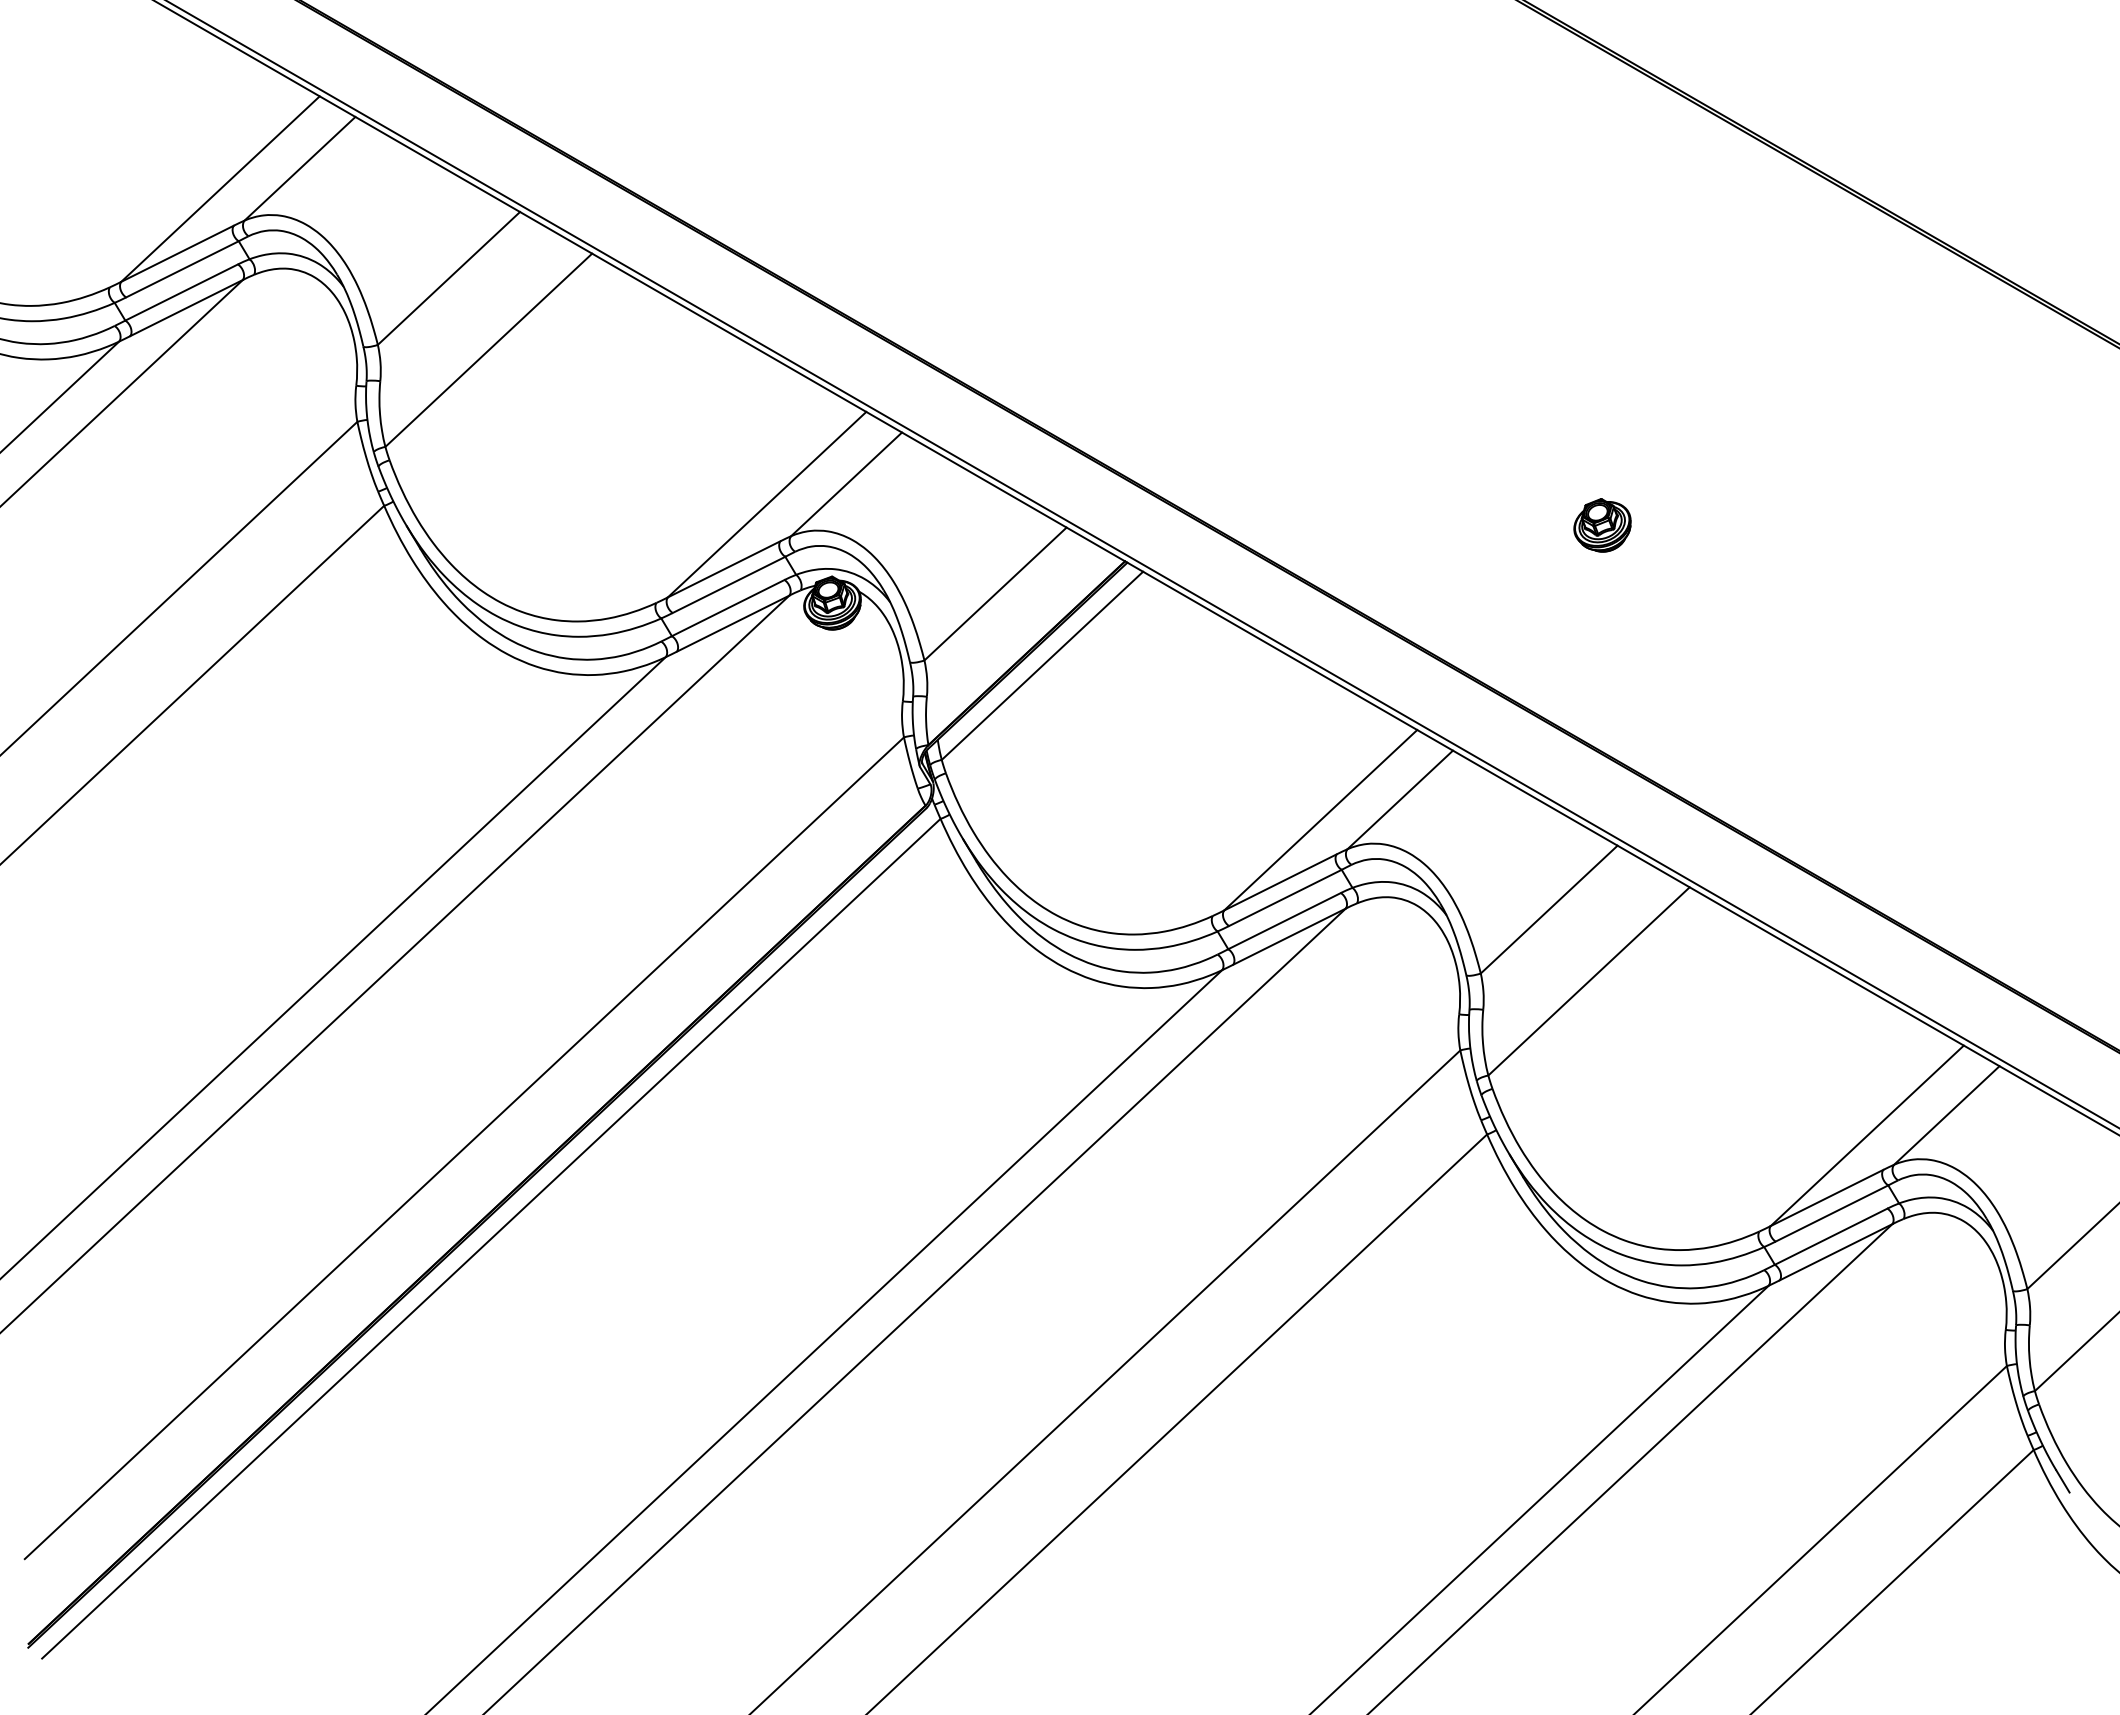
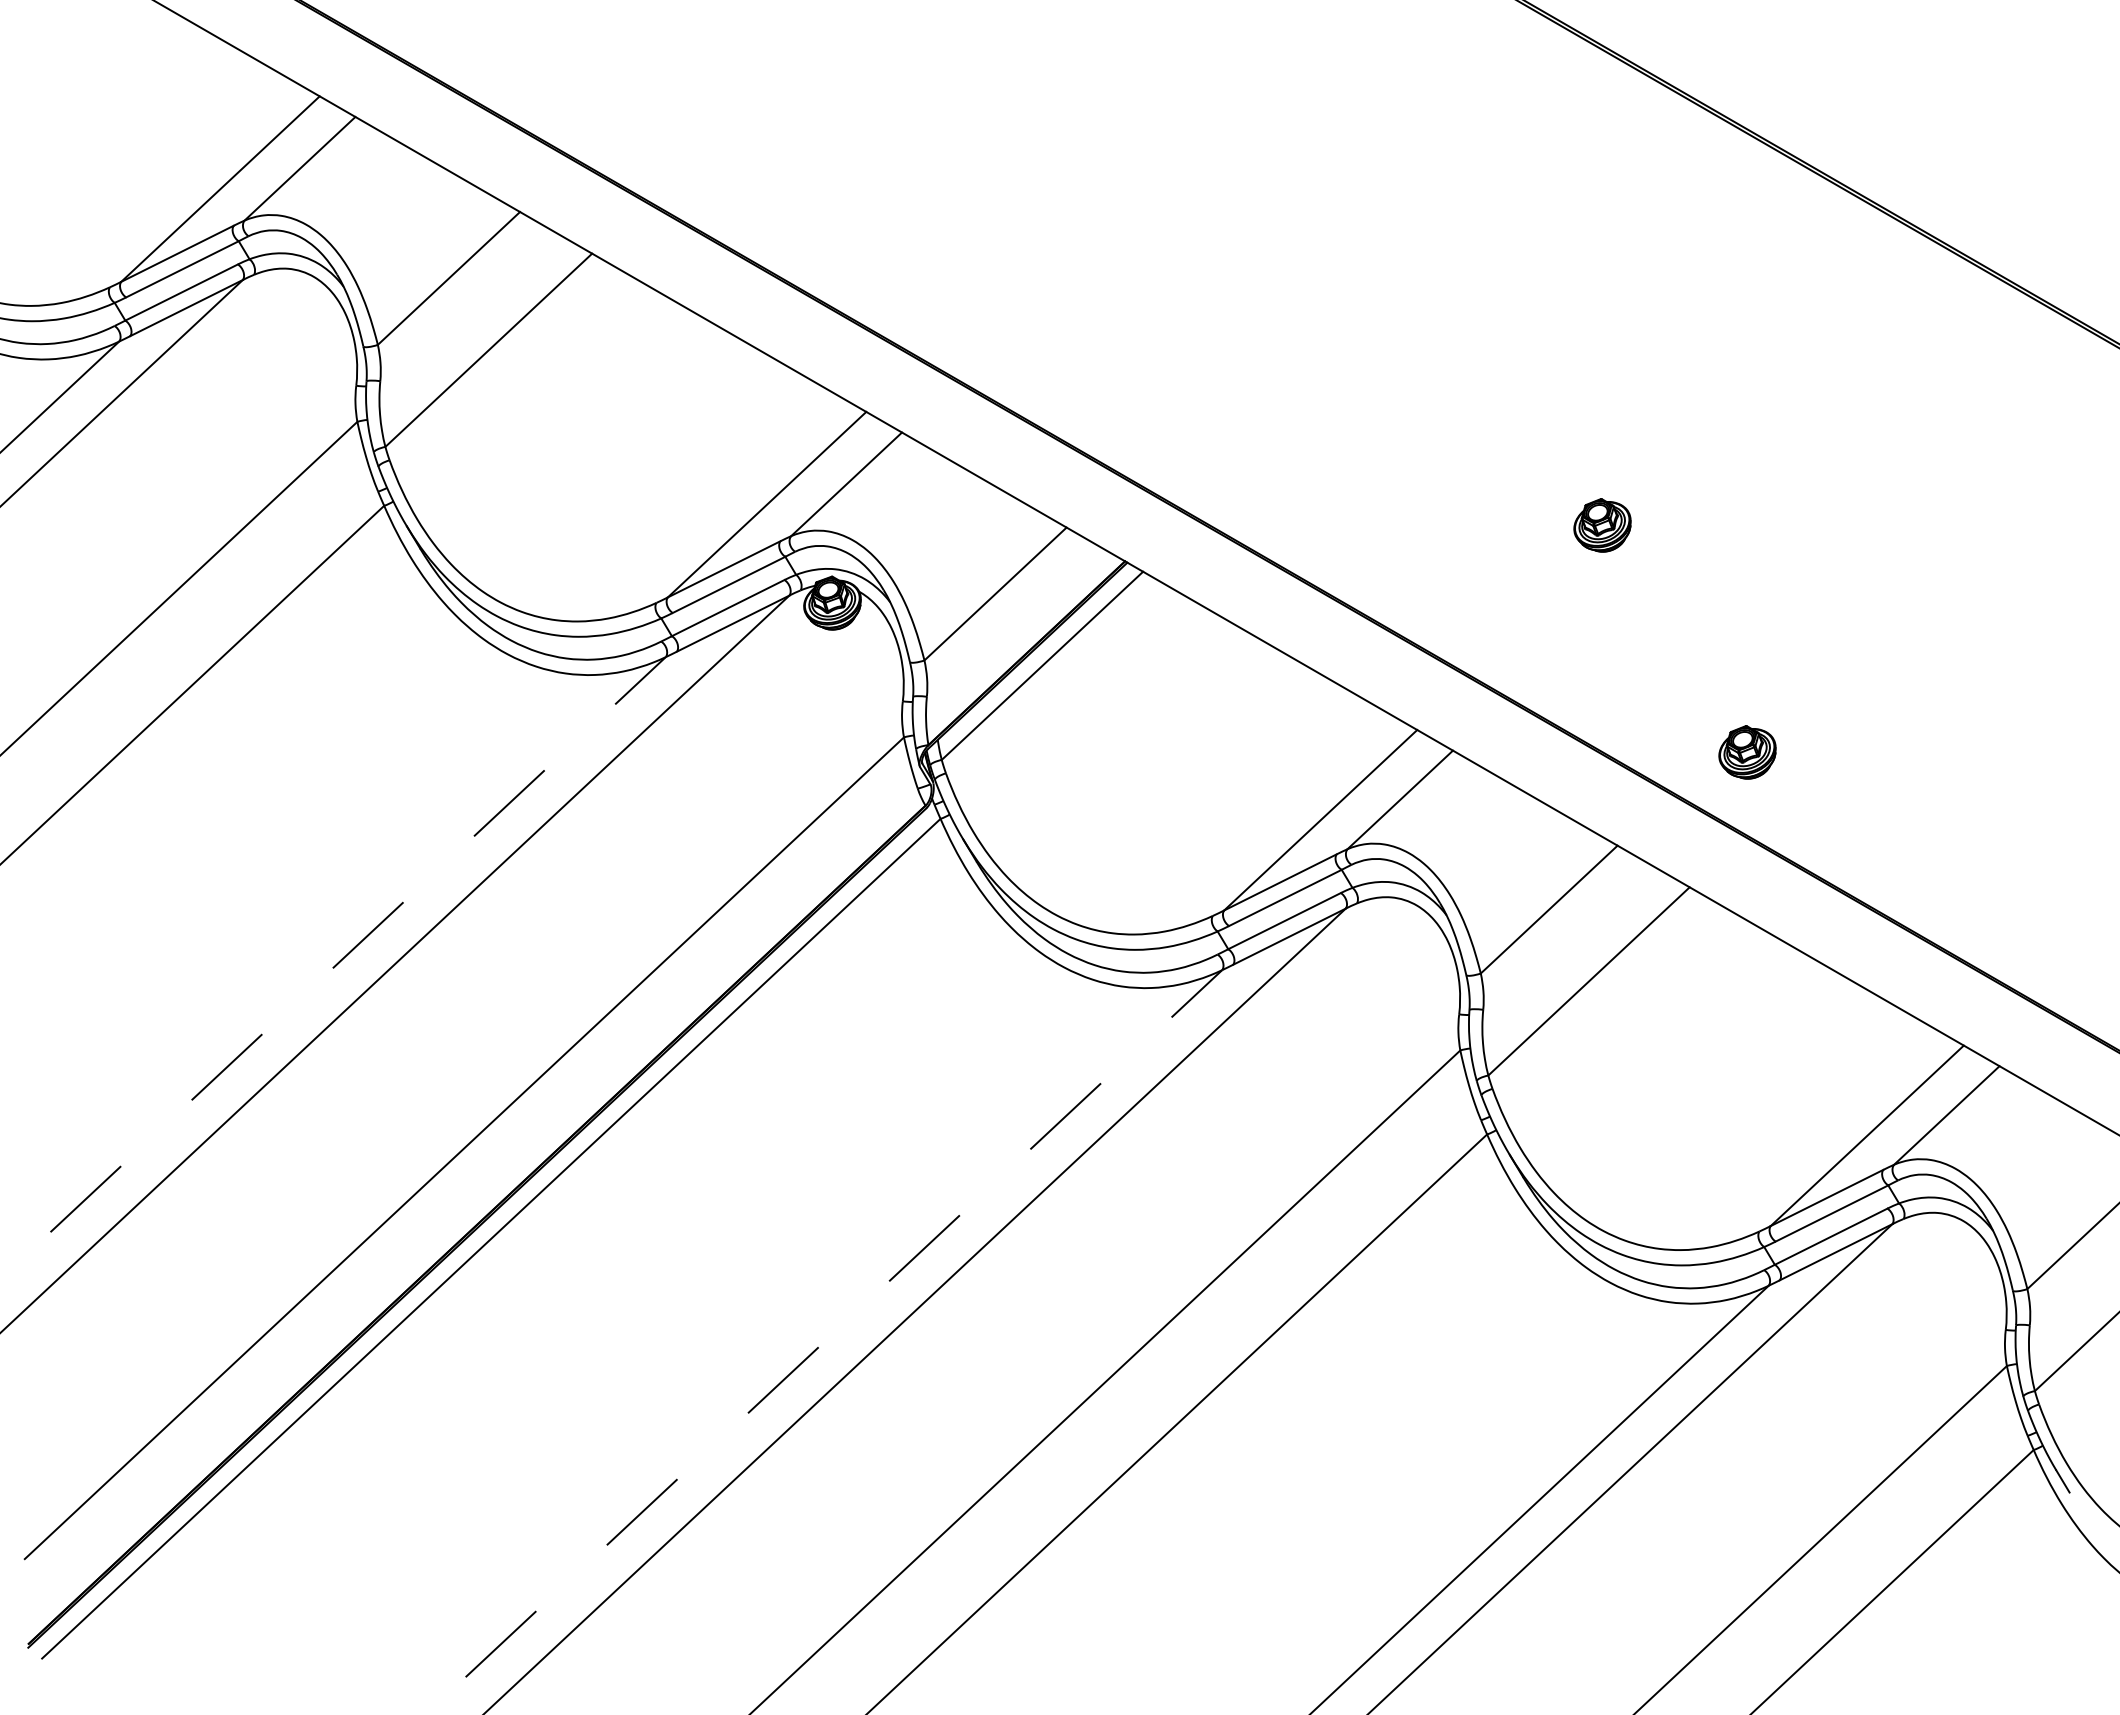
line at (1142, 564): present -> none
part at (1747, 752): none -> present
line at (333, 967): solid -> dashed
line at (824, 1342): solid -> dashed
